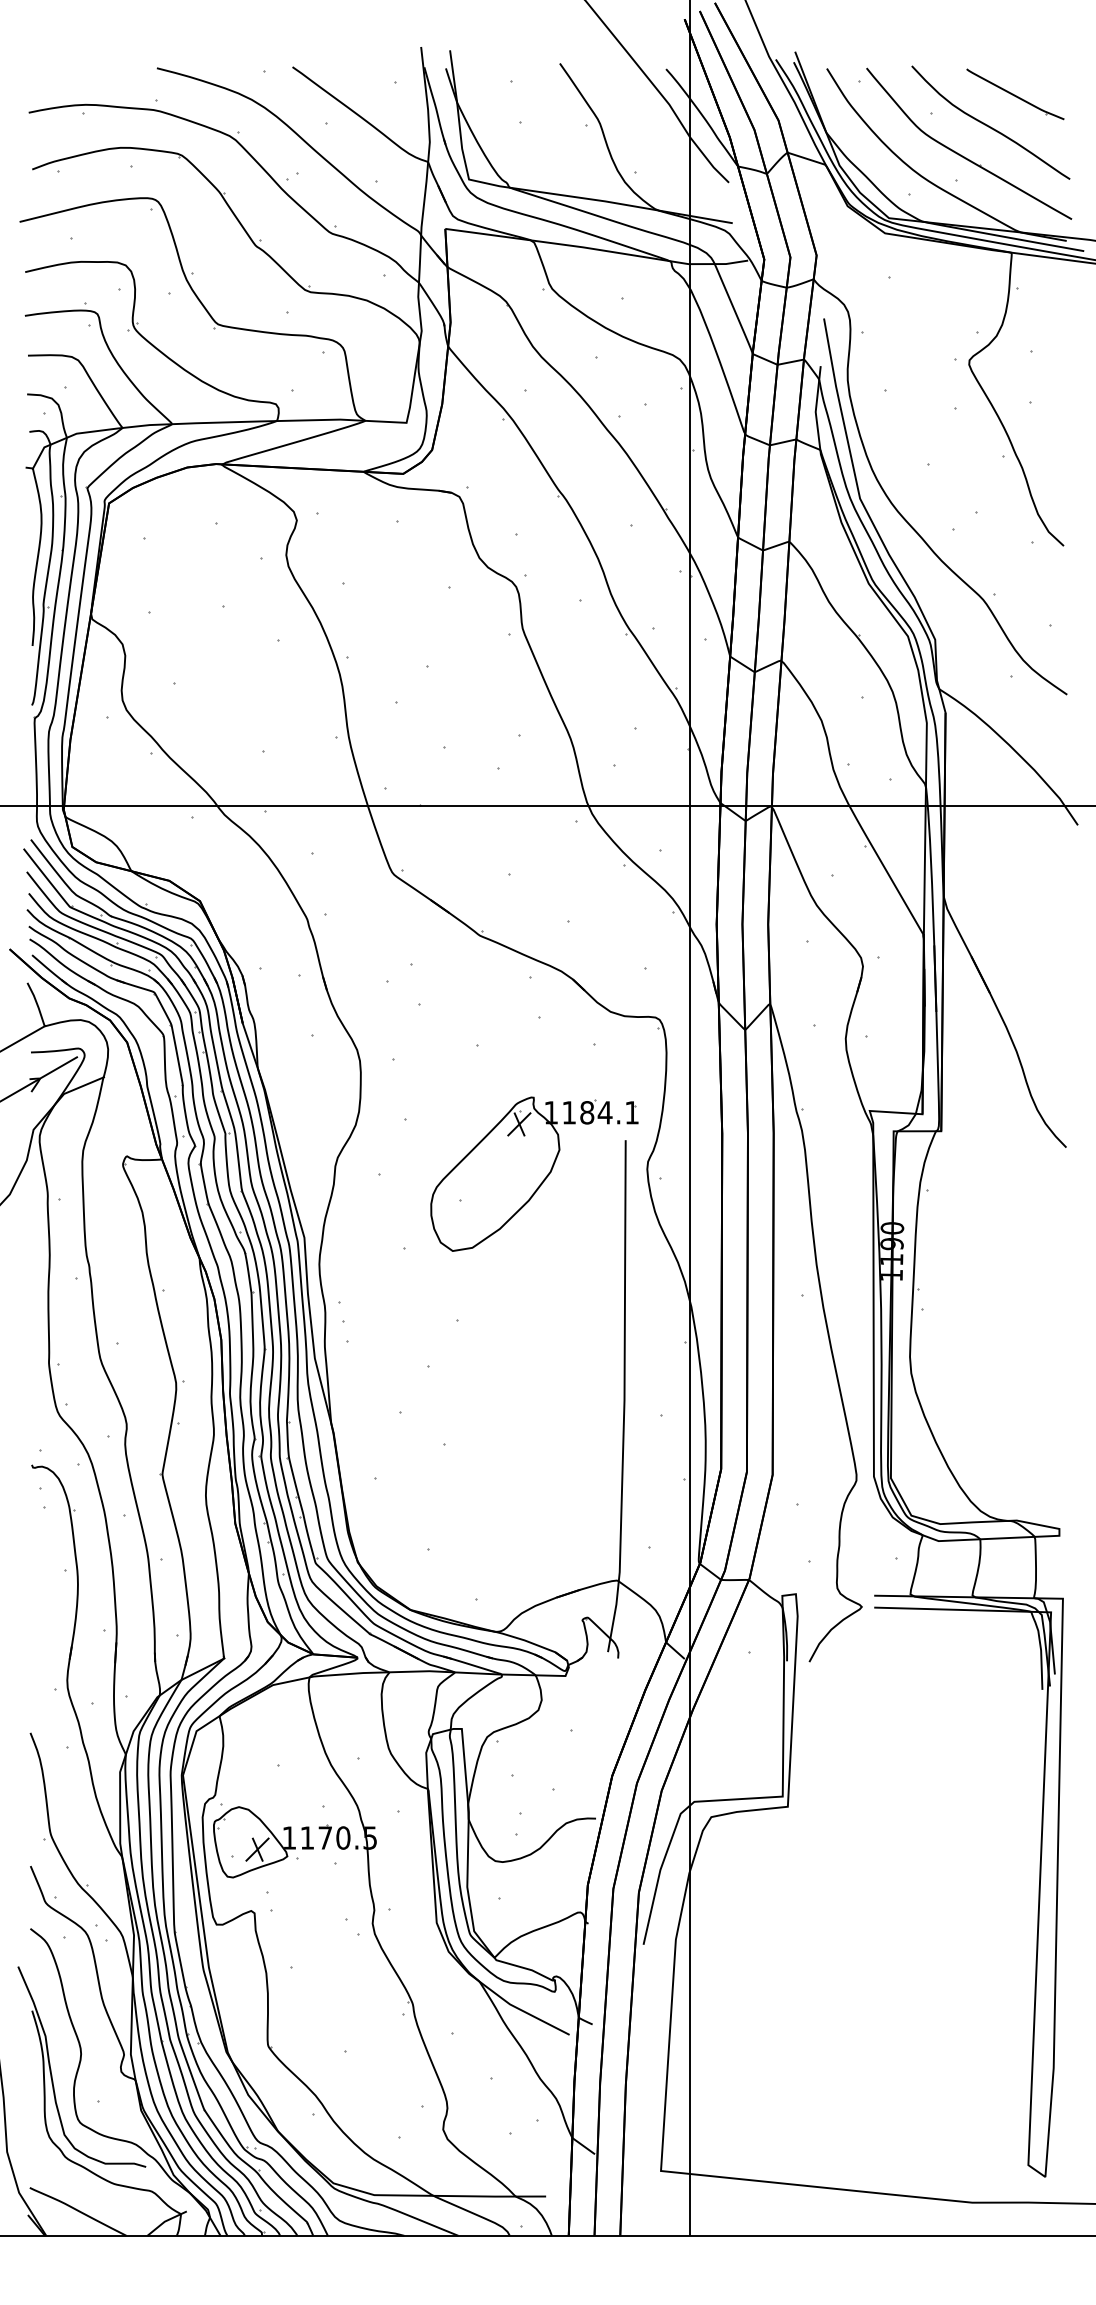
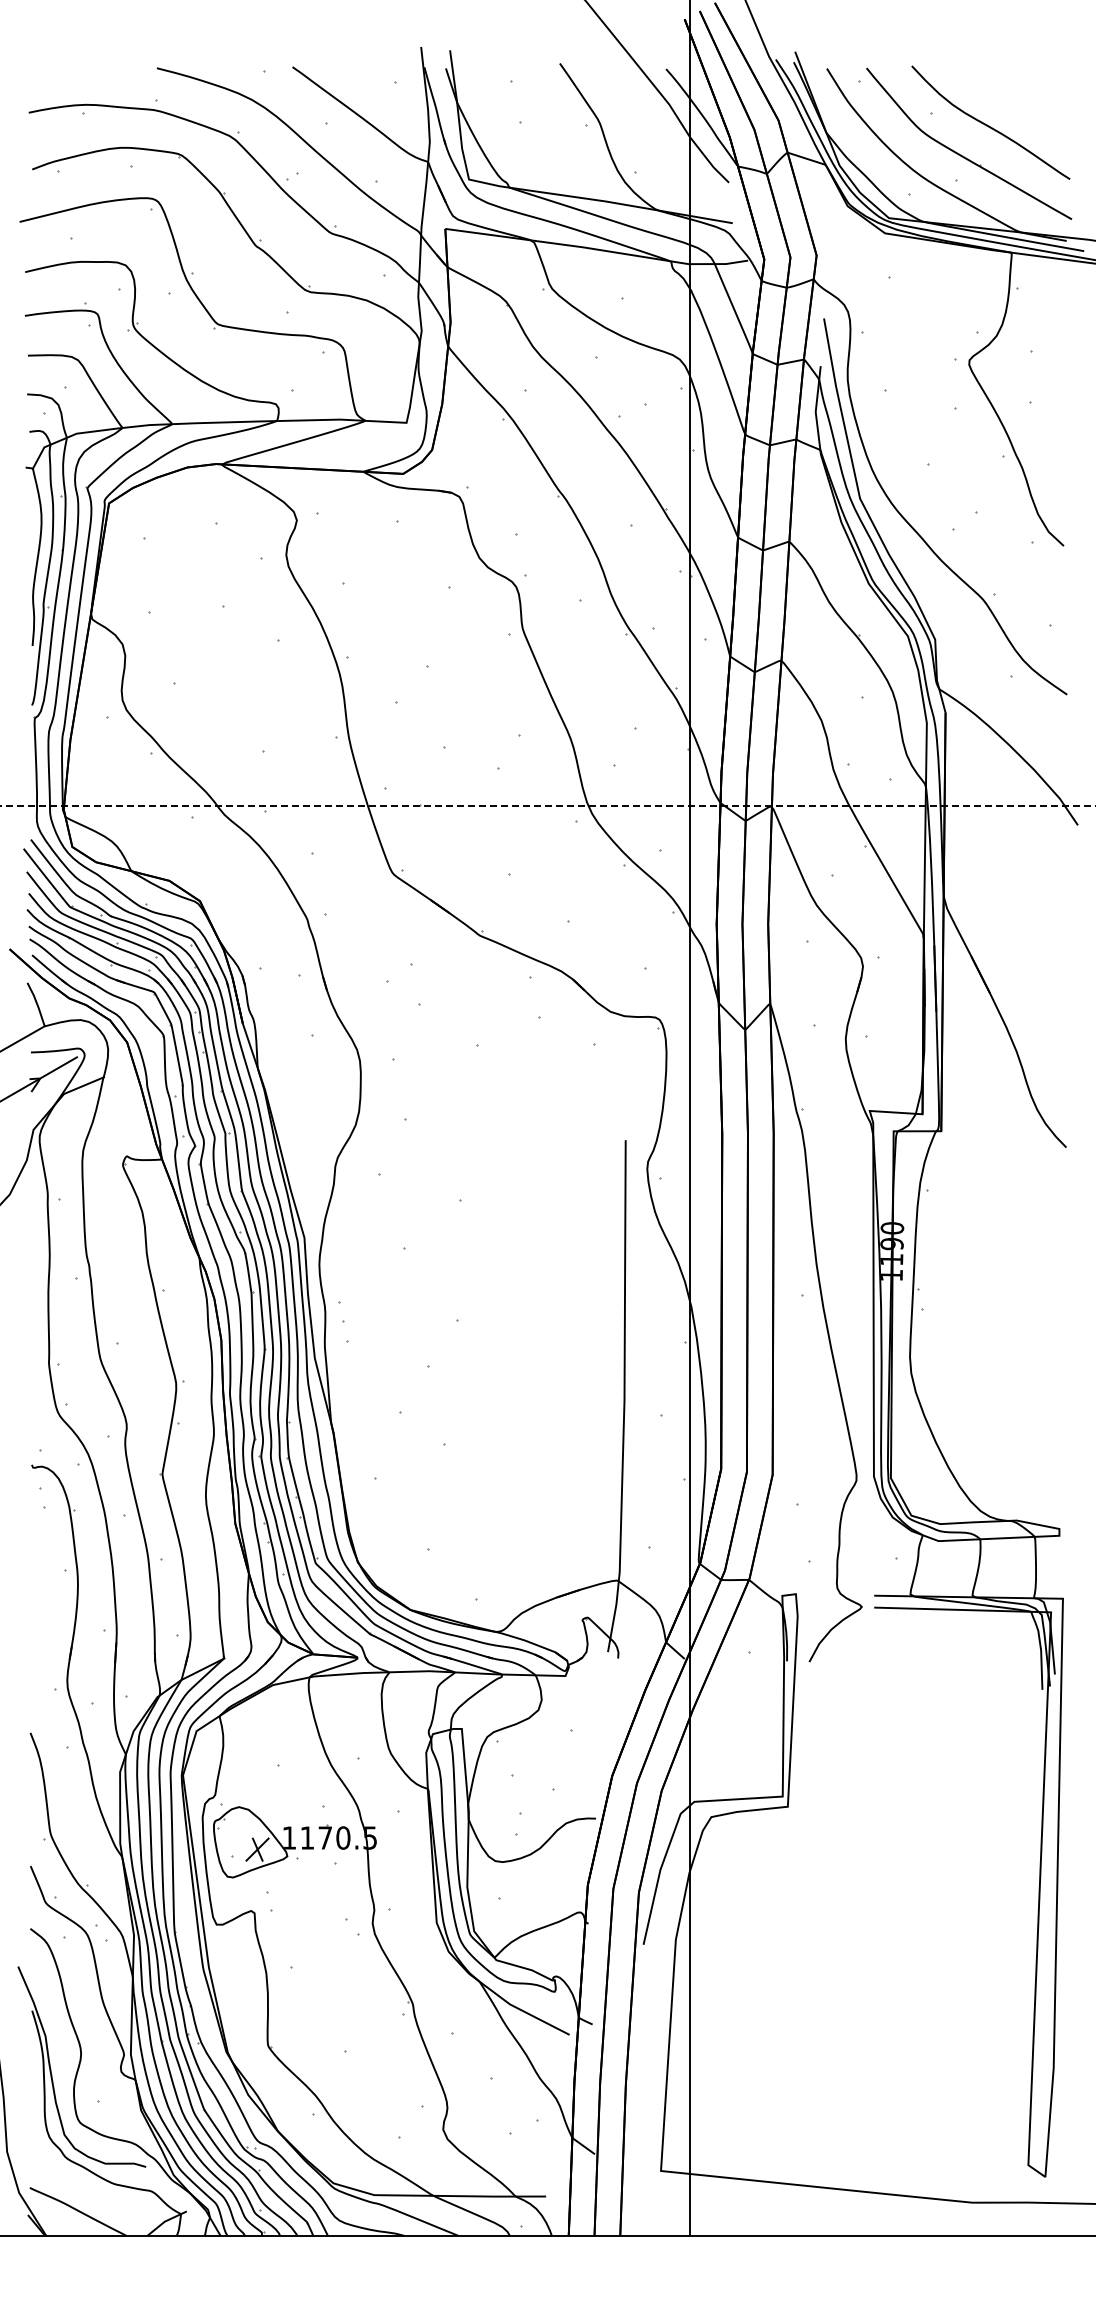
part at (1015, 94): present -> none
line at (548, 805): solid -> dashed
part at (534, 1173): present -> none
